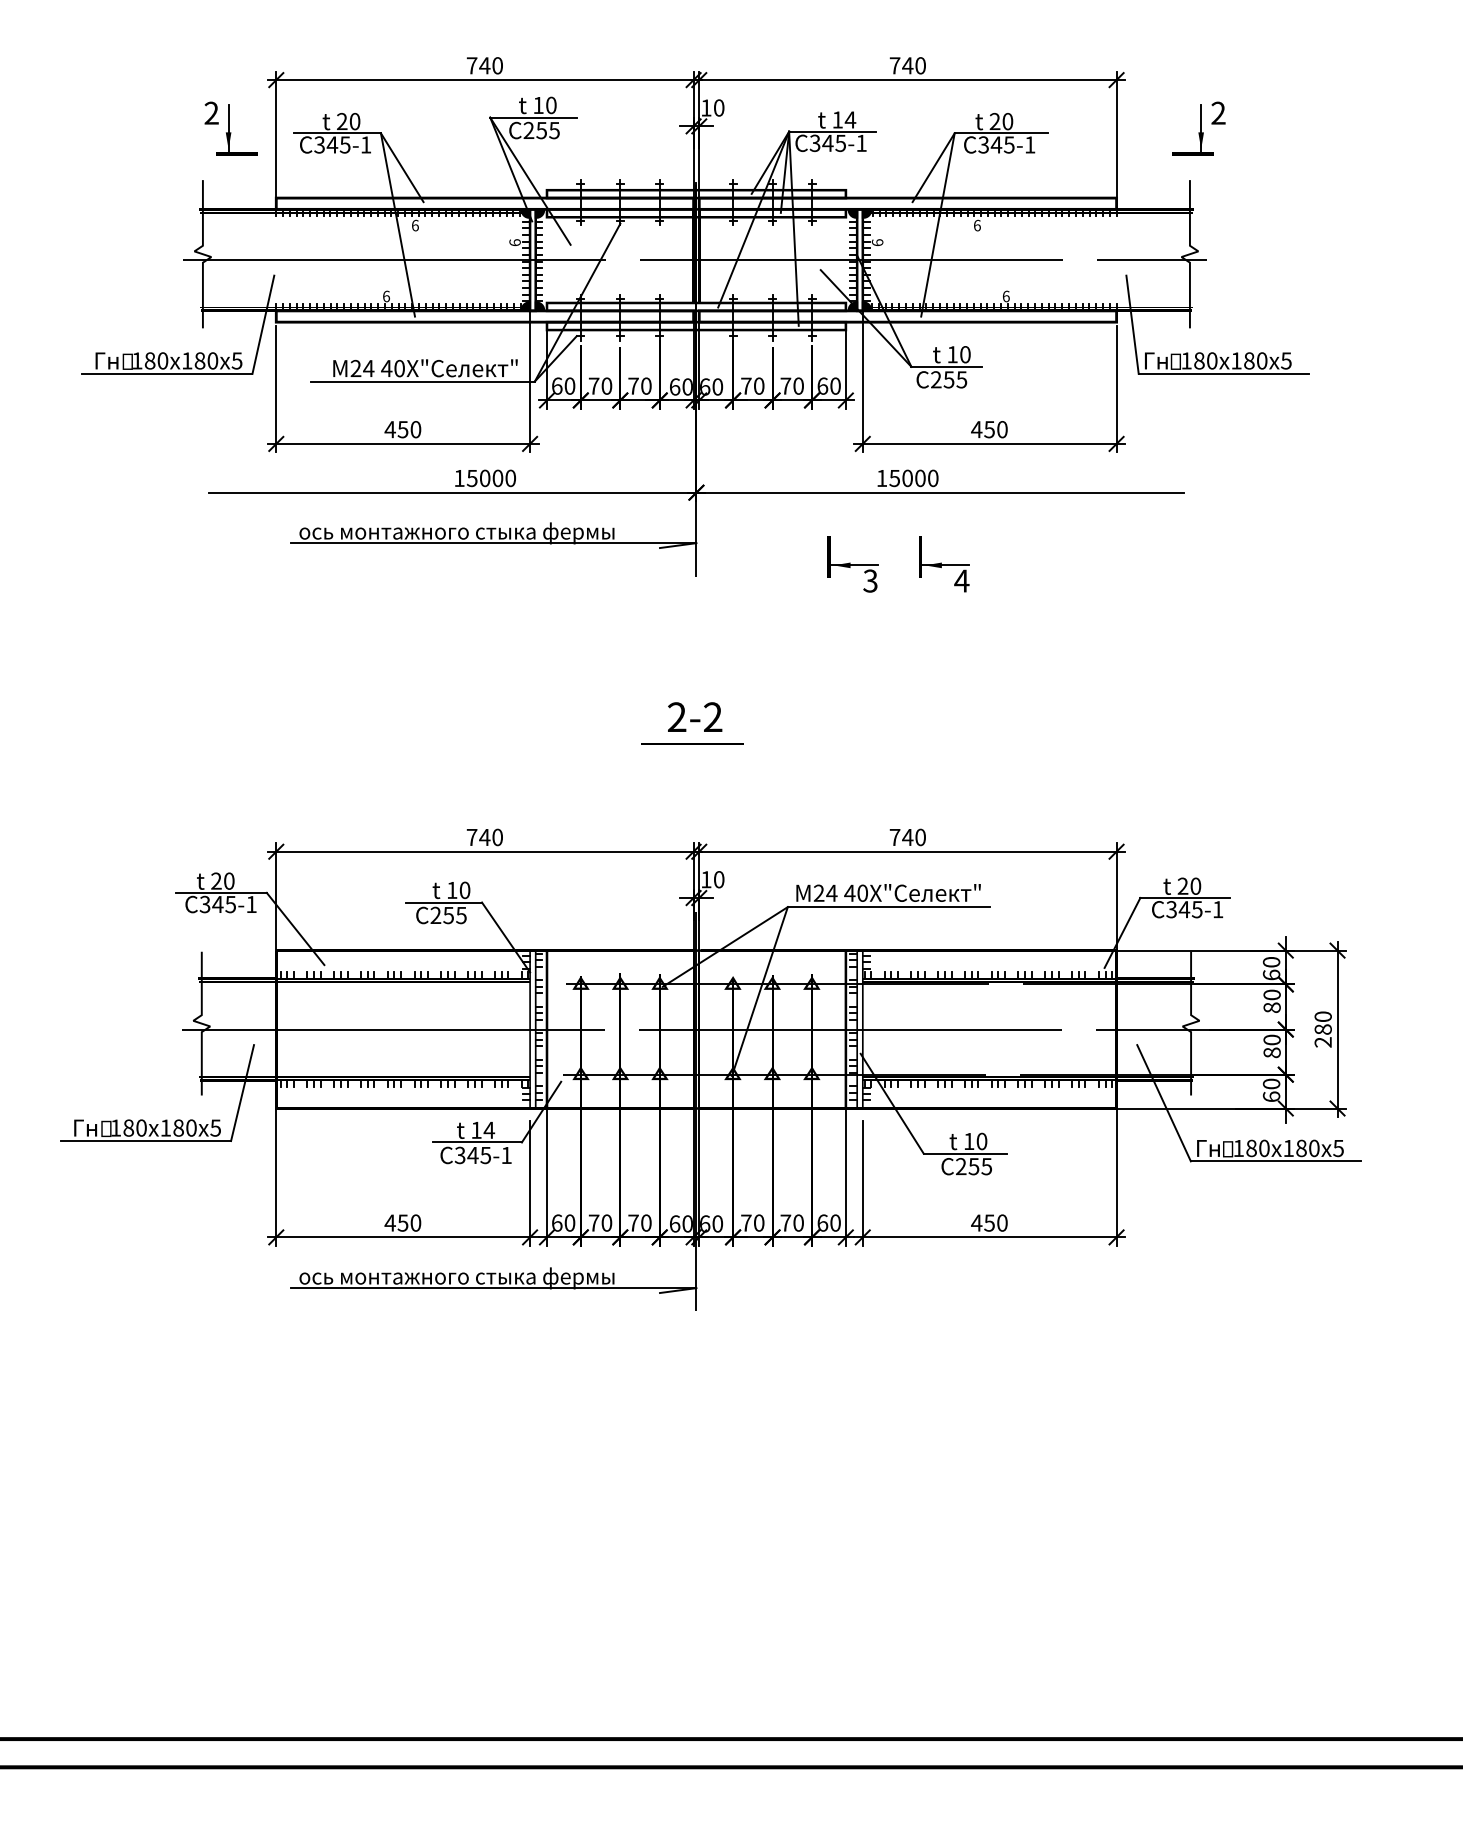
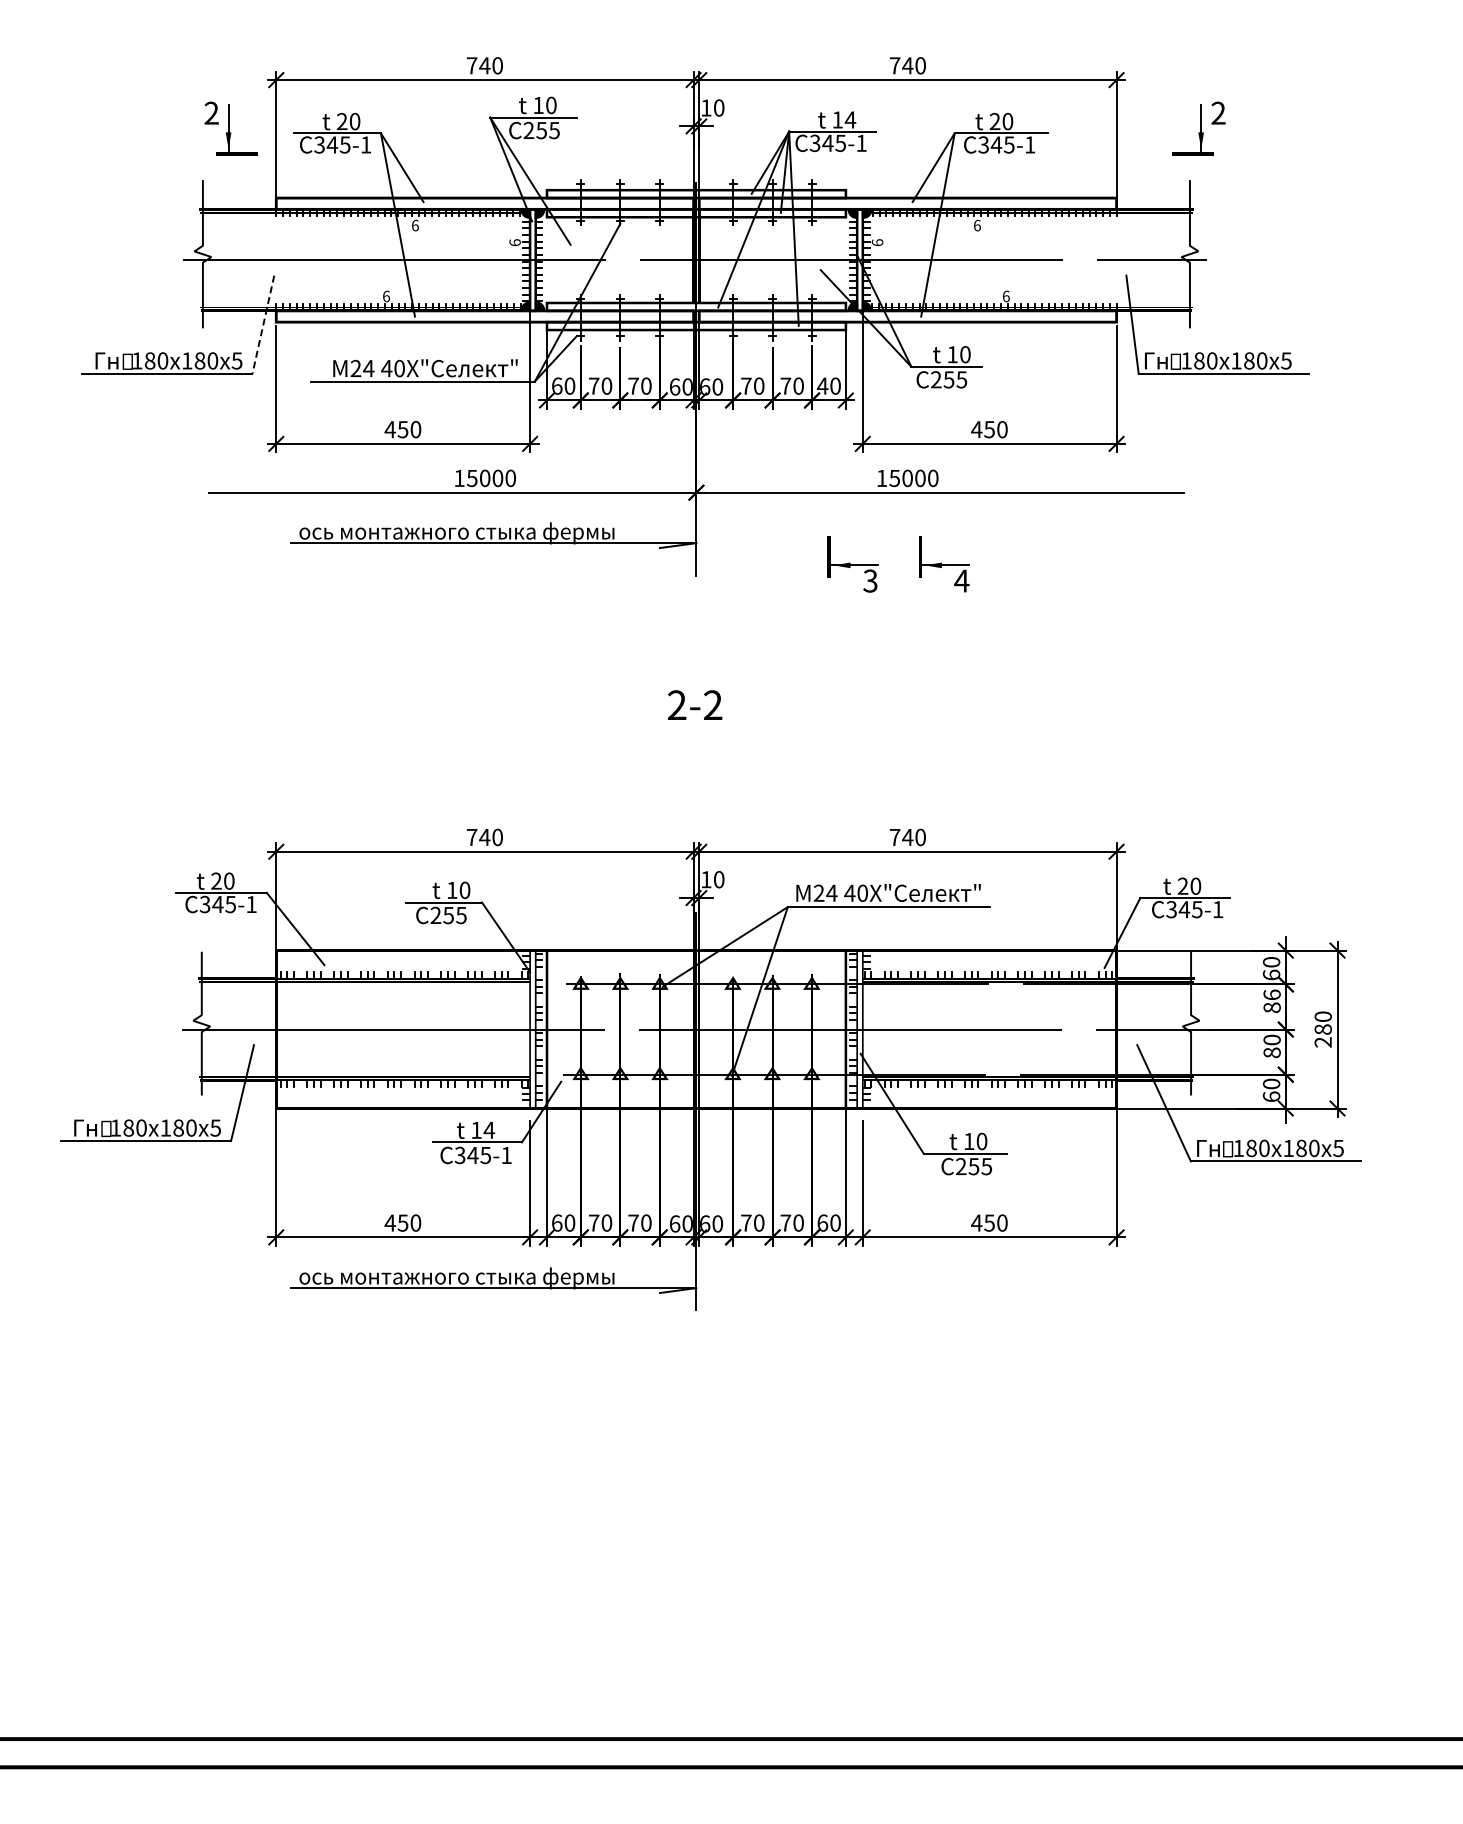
line at (263, 325): solid -> dashed
text at (822, 385): 60 -> 40
text at (695, 716) position: (695, 716) -> (695, 704)
line at (692, 743): present -> none
text at (1271, 994): 80 -> 86
